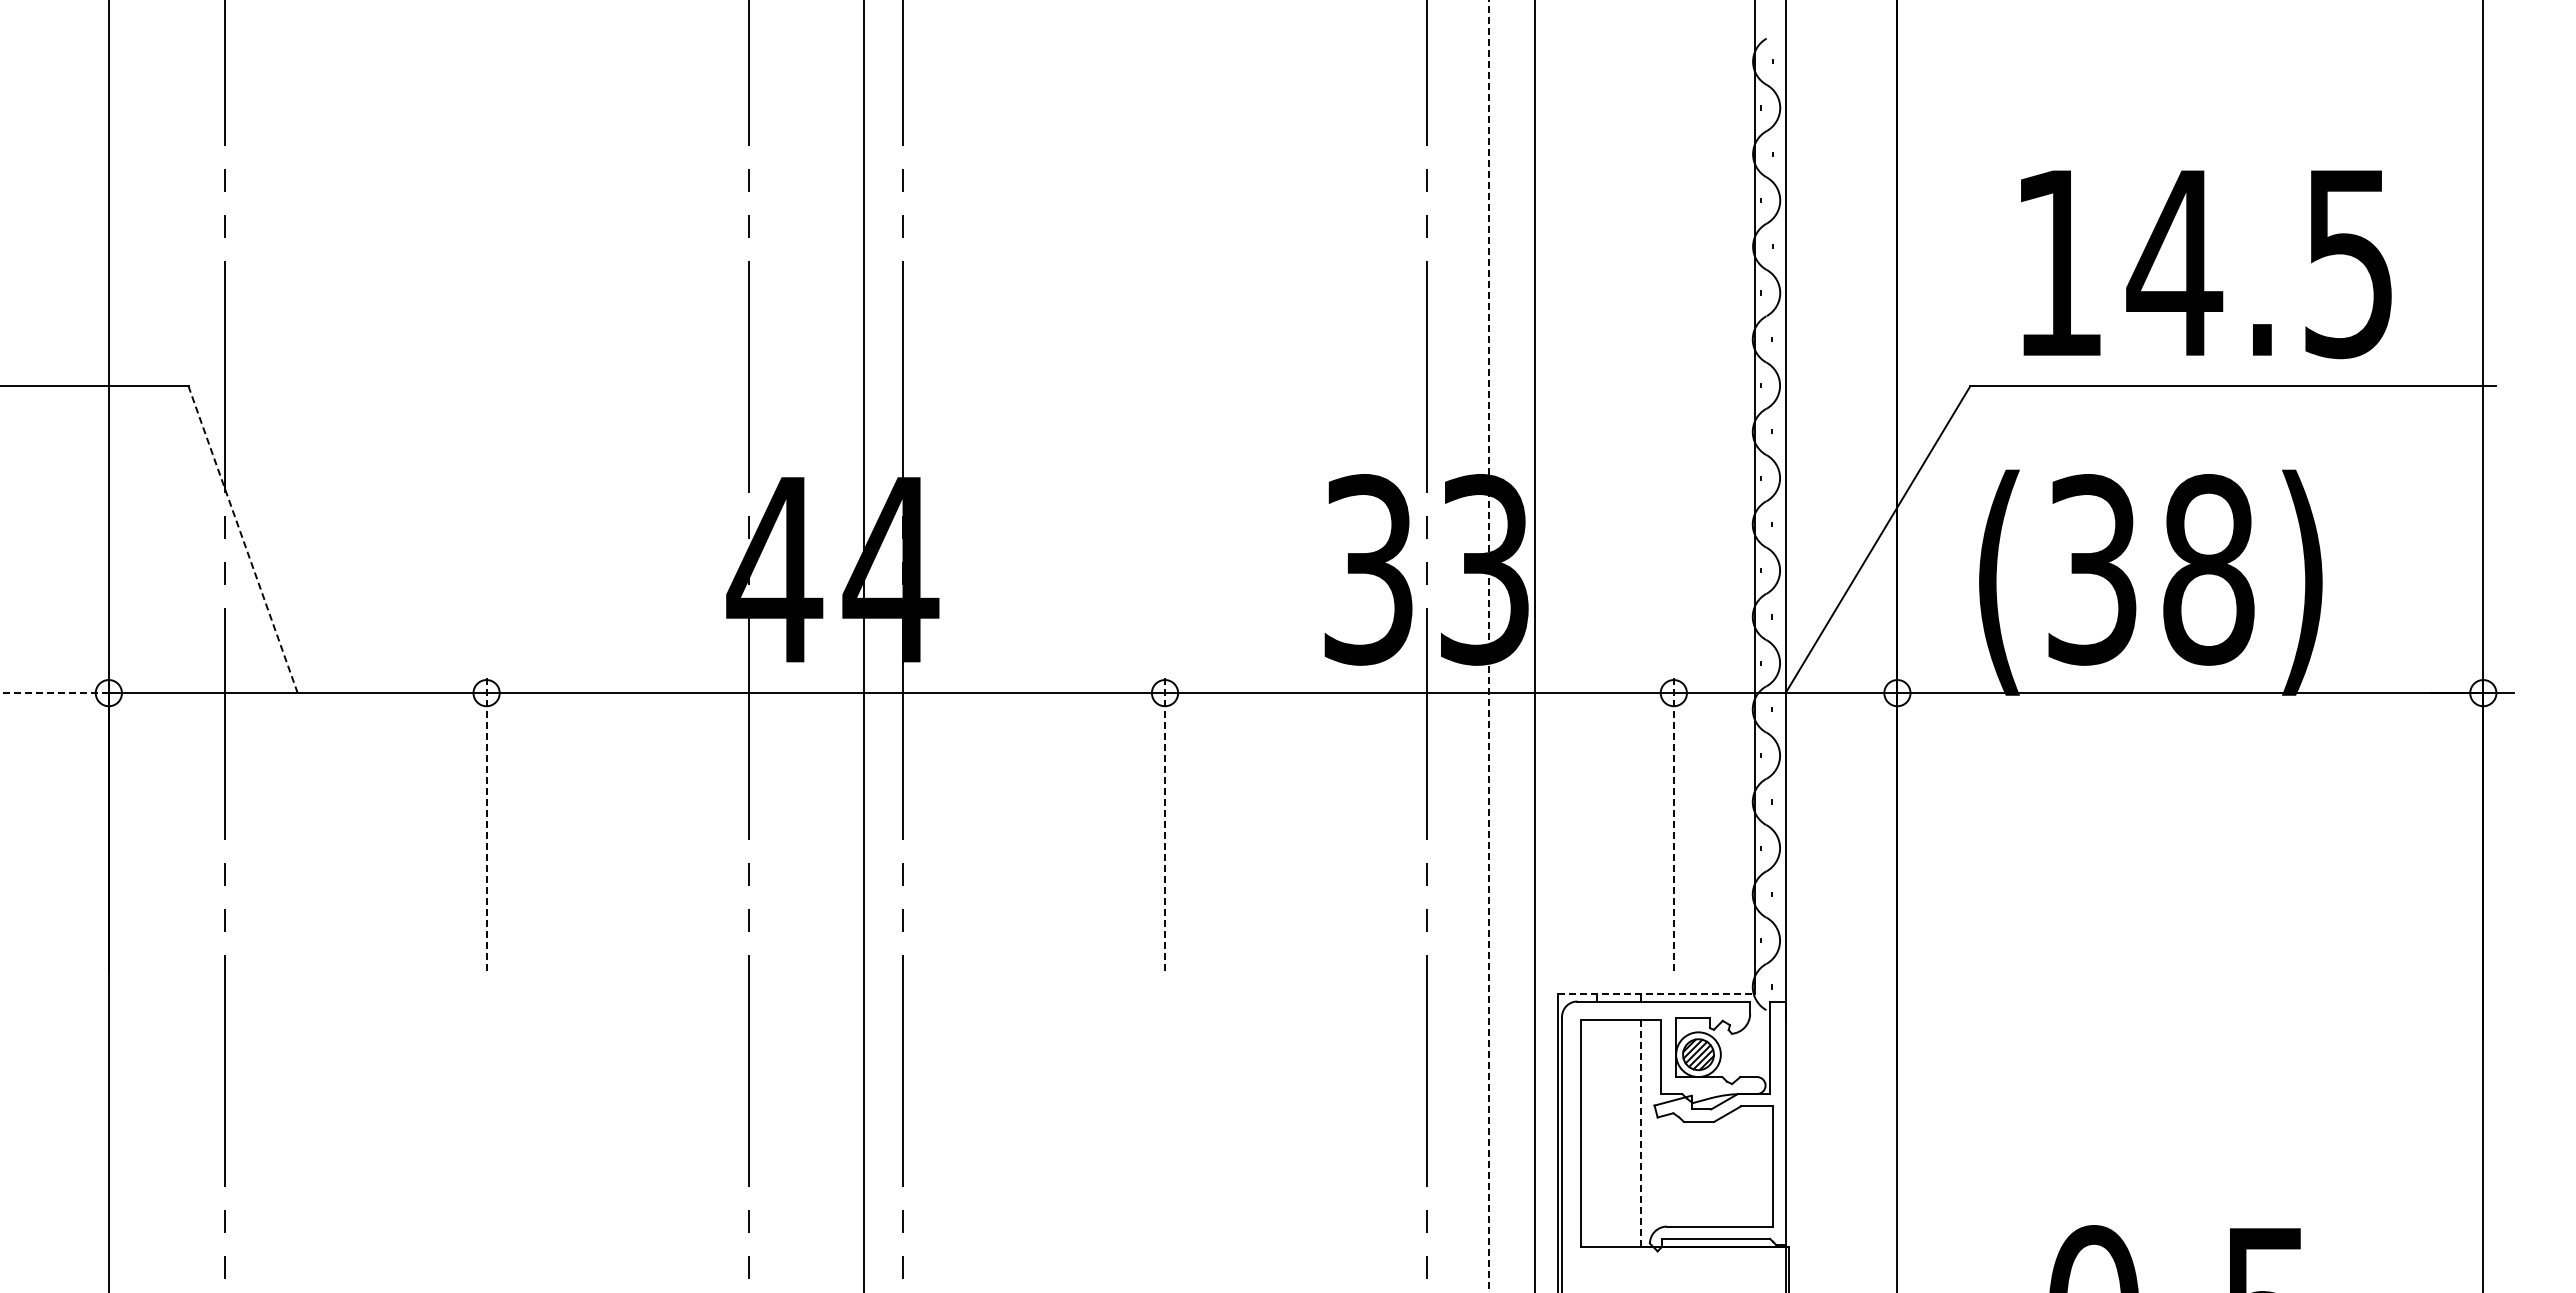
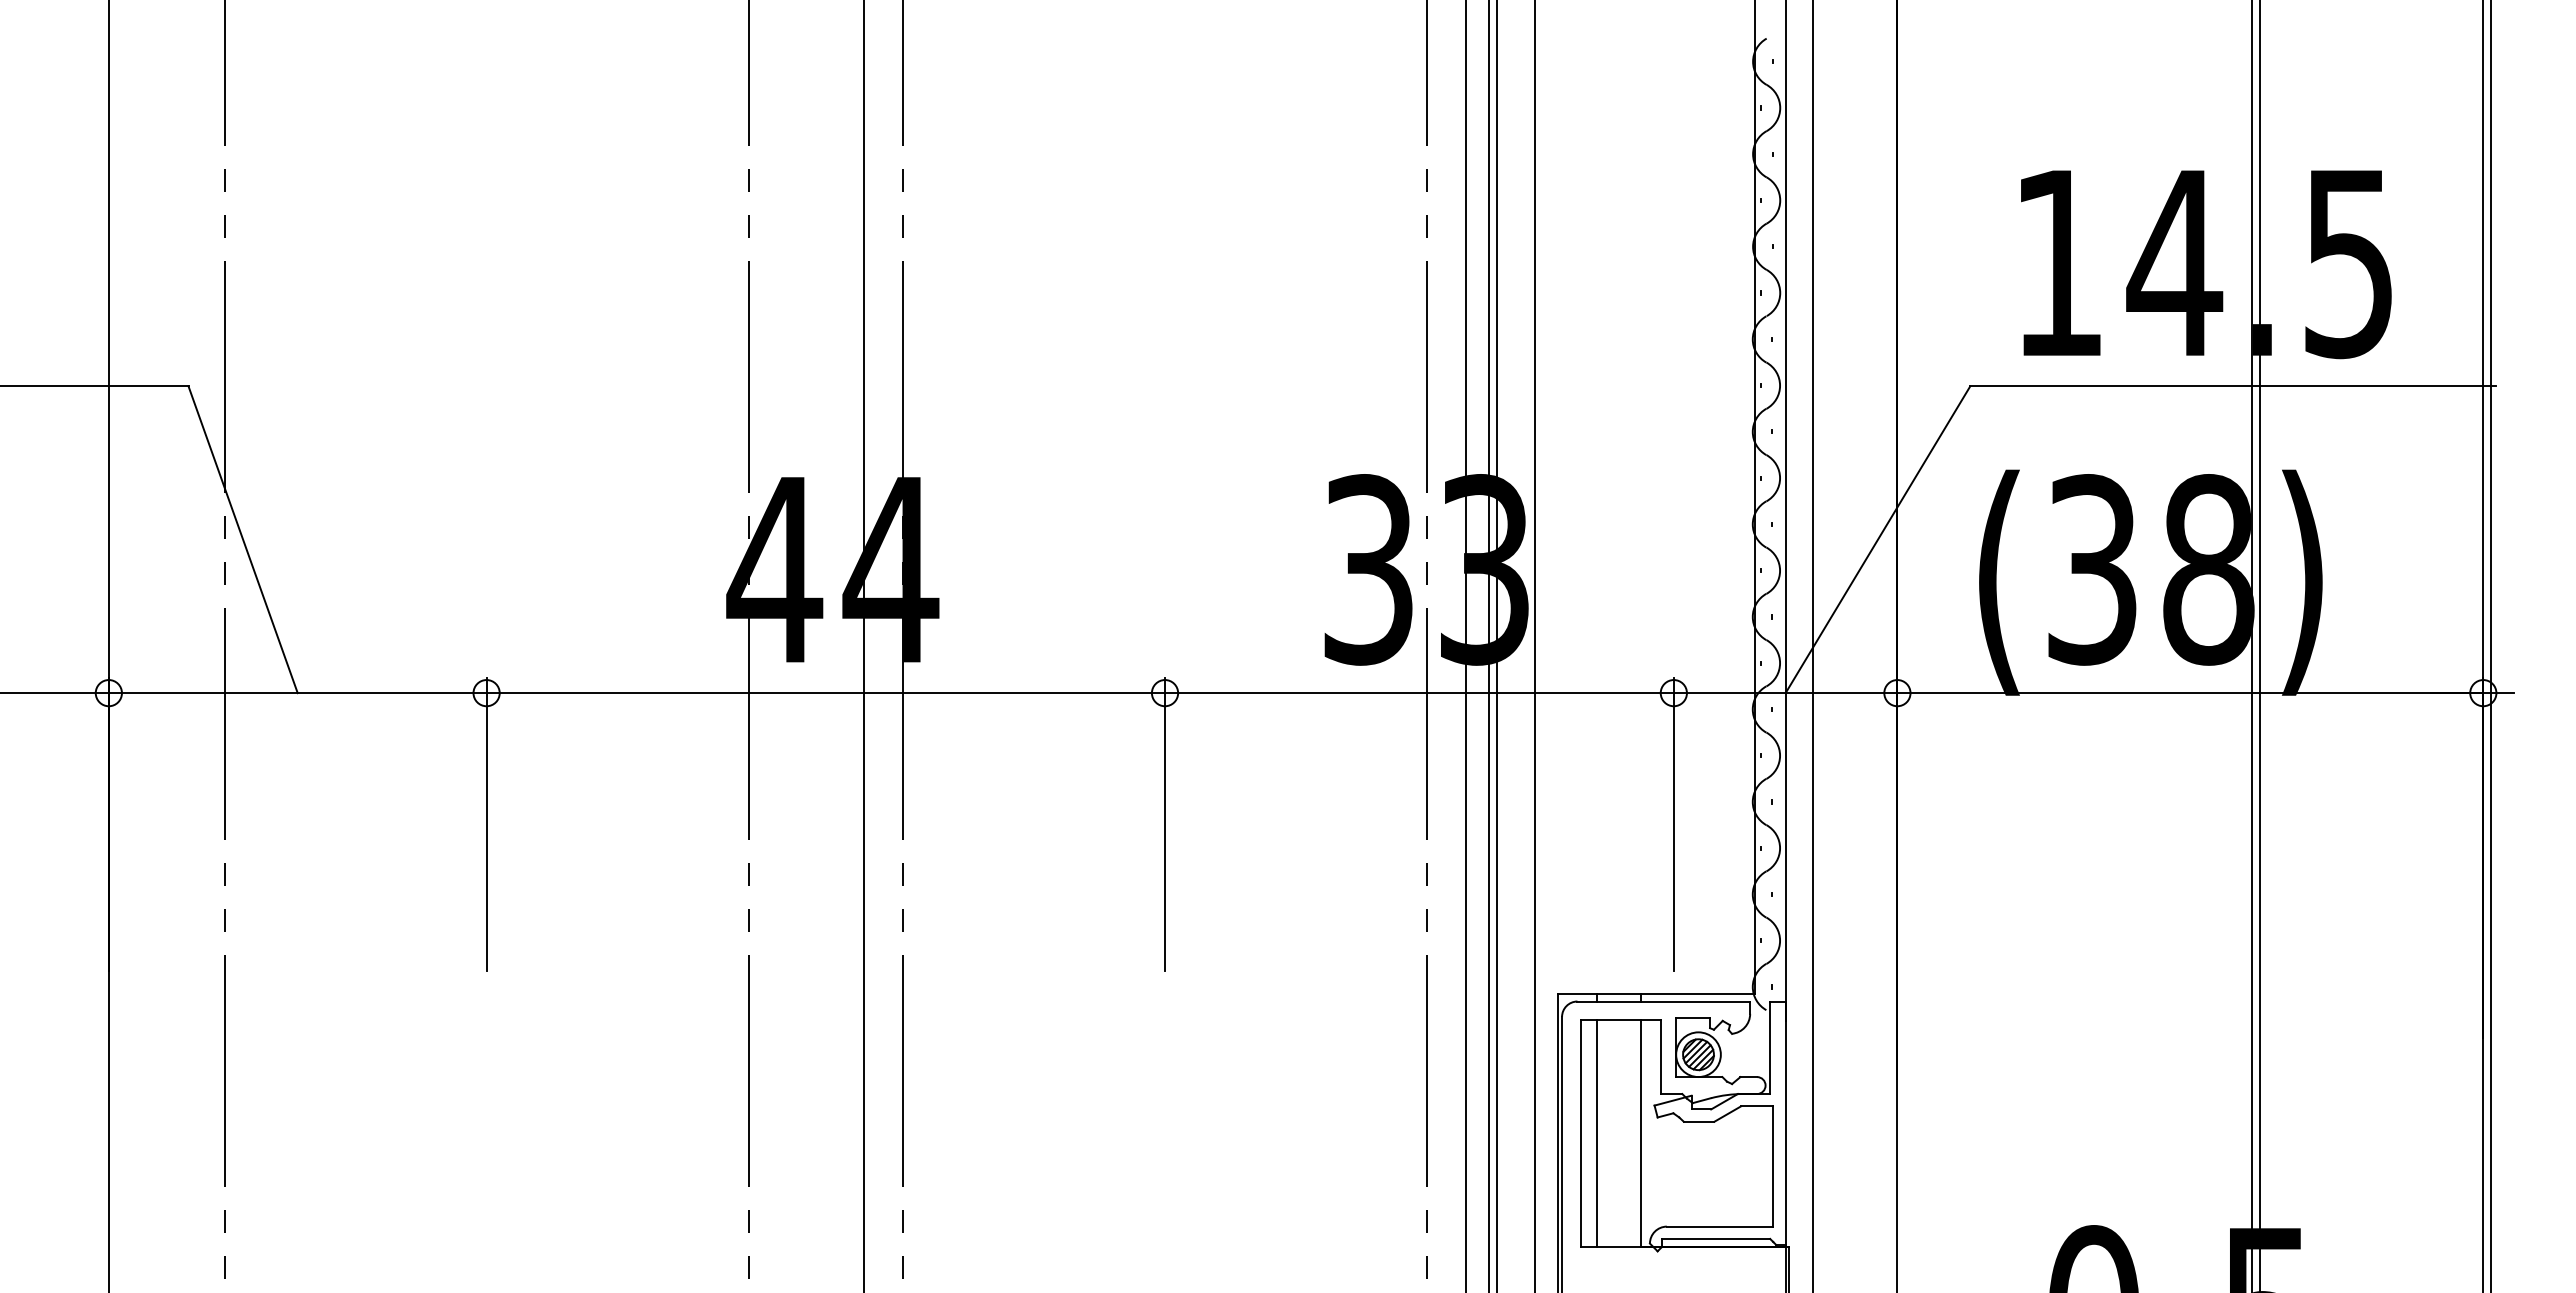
line at (243, 539): dashed -> solid
line at (1465, 645): none -> present
line at (1496, 645): none -> present
line at (1812, 645): none -> present
line at (2252, 645): none -> present
line at (2259, 645): none -> present
line at (2491, 645): none -> present
line at (1488, 646): dashed -> solid
line at (54, 693): dashed -> solid
line at (486, 823): dashed -> solid
line at (1165, 823): dashed -> solid
line at (1673, 823): dashed -> solid
line at (1657, 993): dashed -> solid
line at (1596, 1133): none -> present
line at (1641, 1133): dashed -> solid
